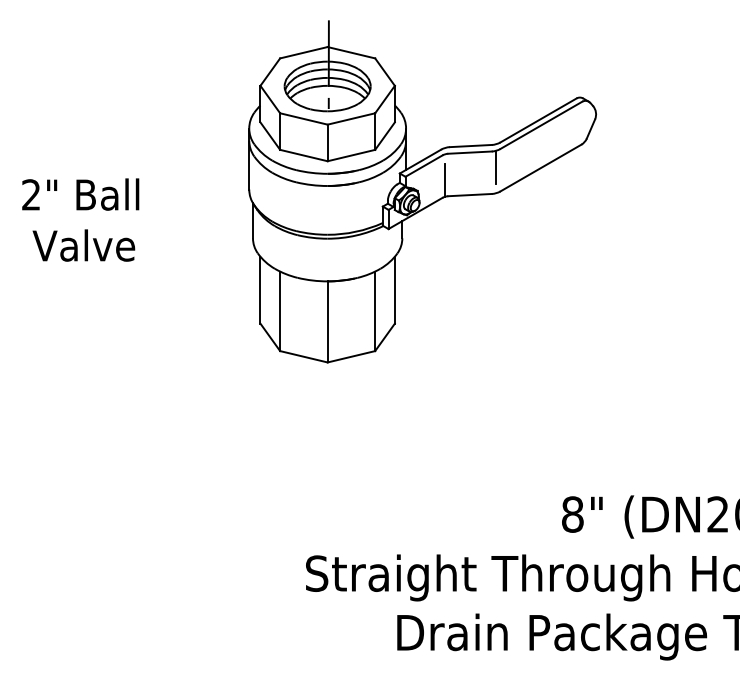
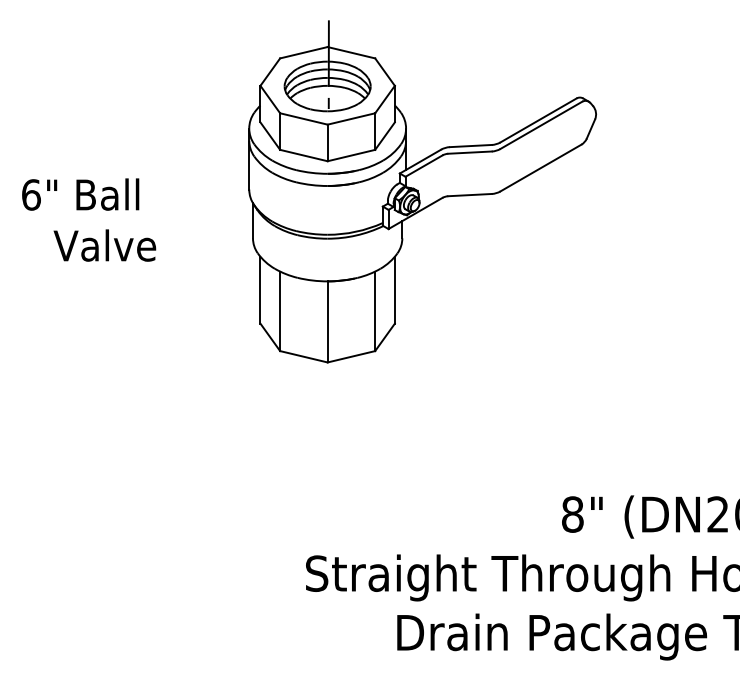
line at (496, 167): present -> none
line at (445, 179): present -> none
text at (31, 194): 2" -> 6"
text at (83, 245) position: (83, 245) -> (104, 245)
